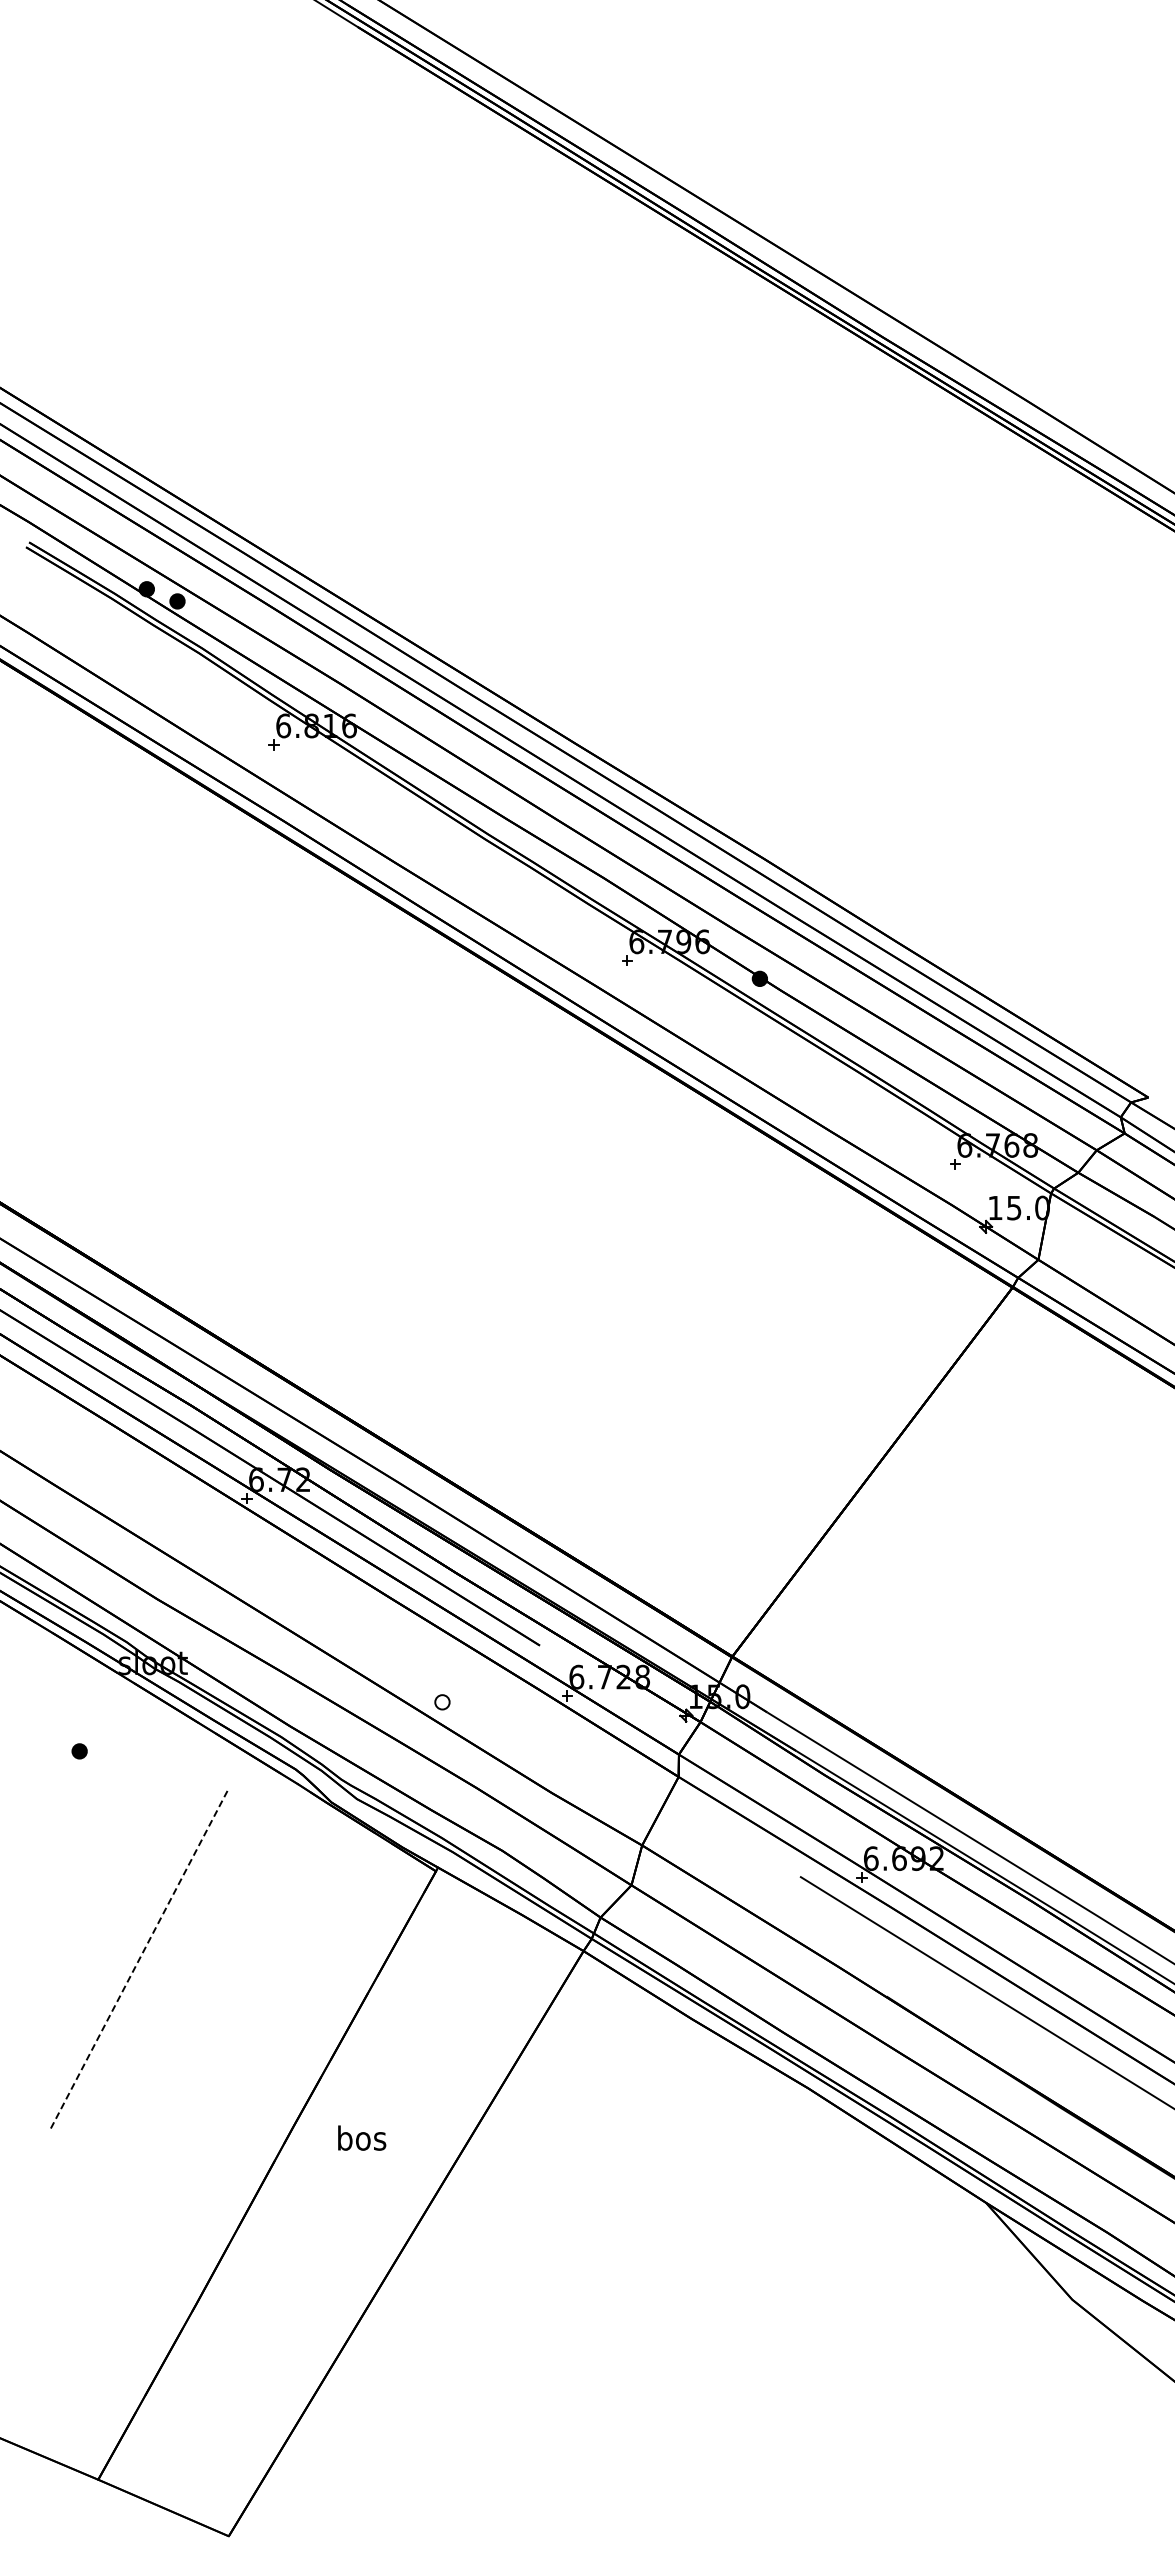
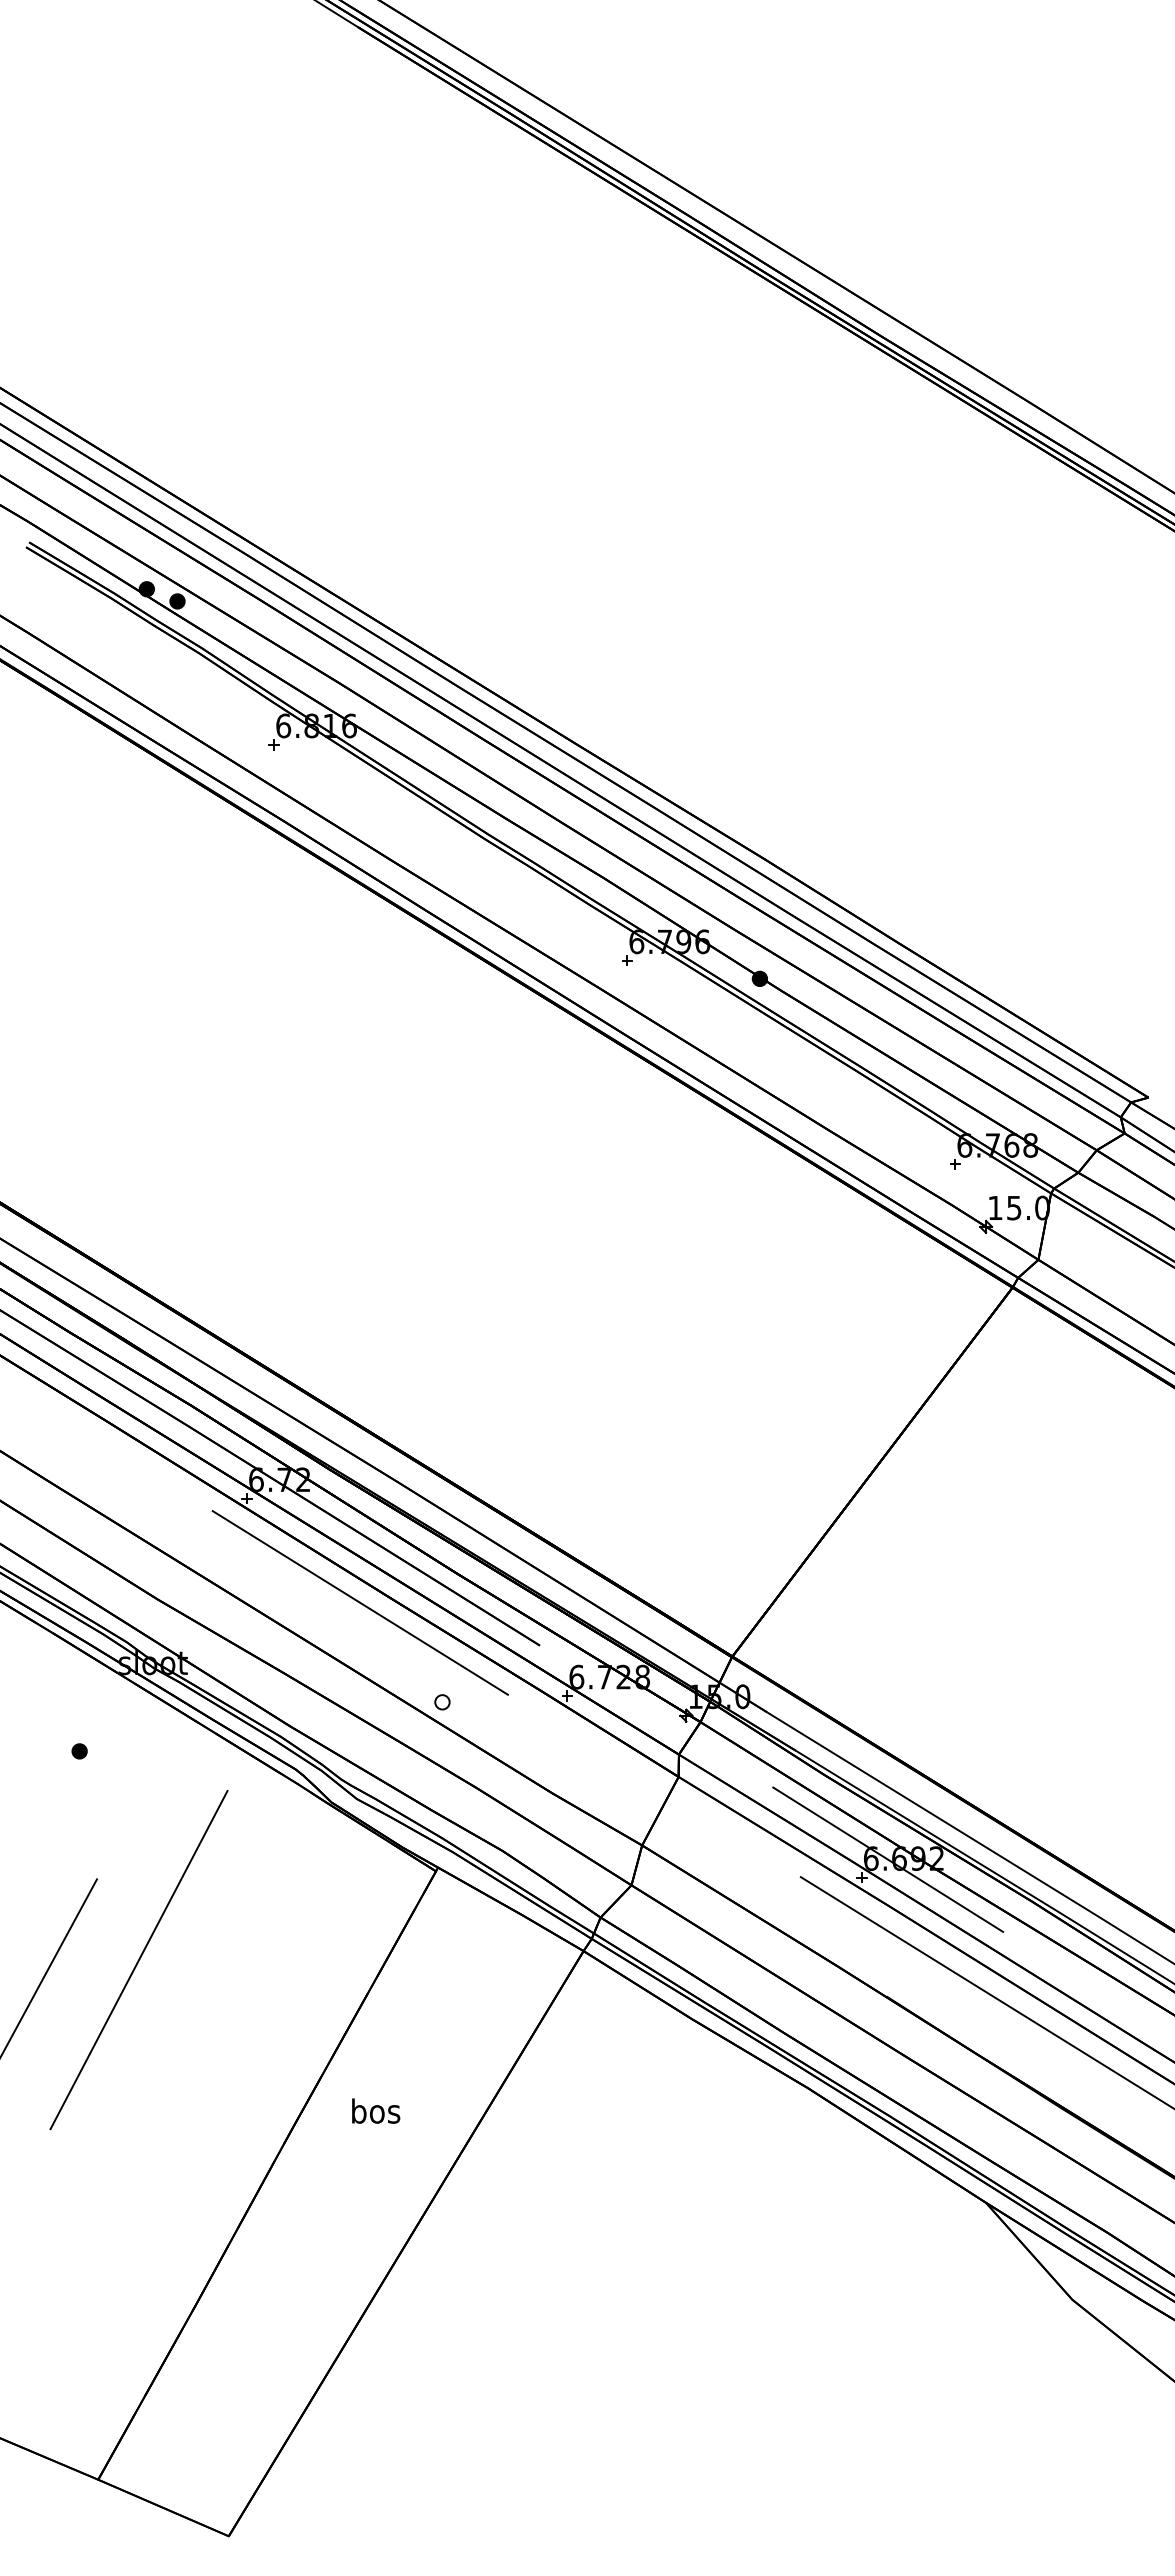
line at (360, 1602): none -> present
line at (888, 1859): none -> present
line at (139, 1960): dashed -> solid
line at (49, 1966): none -> present
text at (362, 2137) position: (362, 2137) -> (376, 2110)
